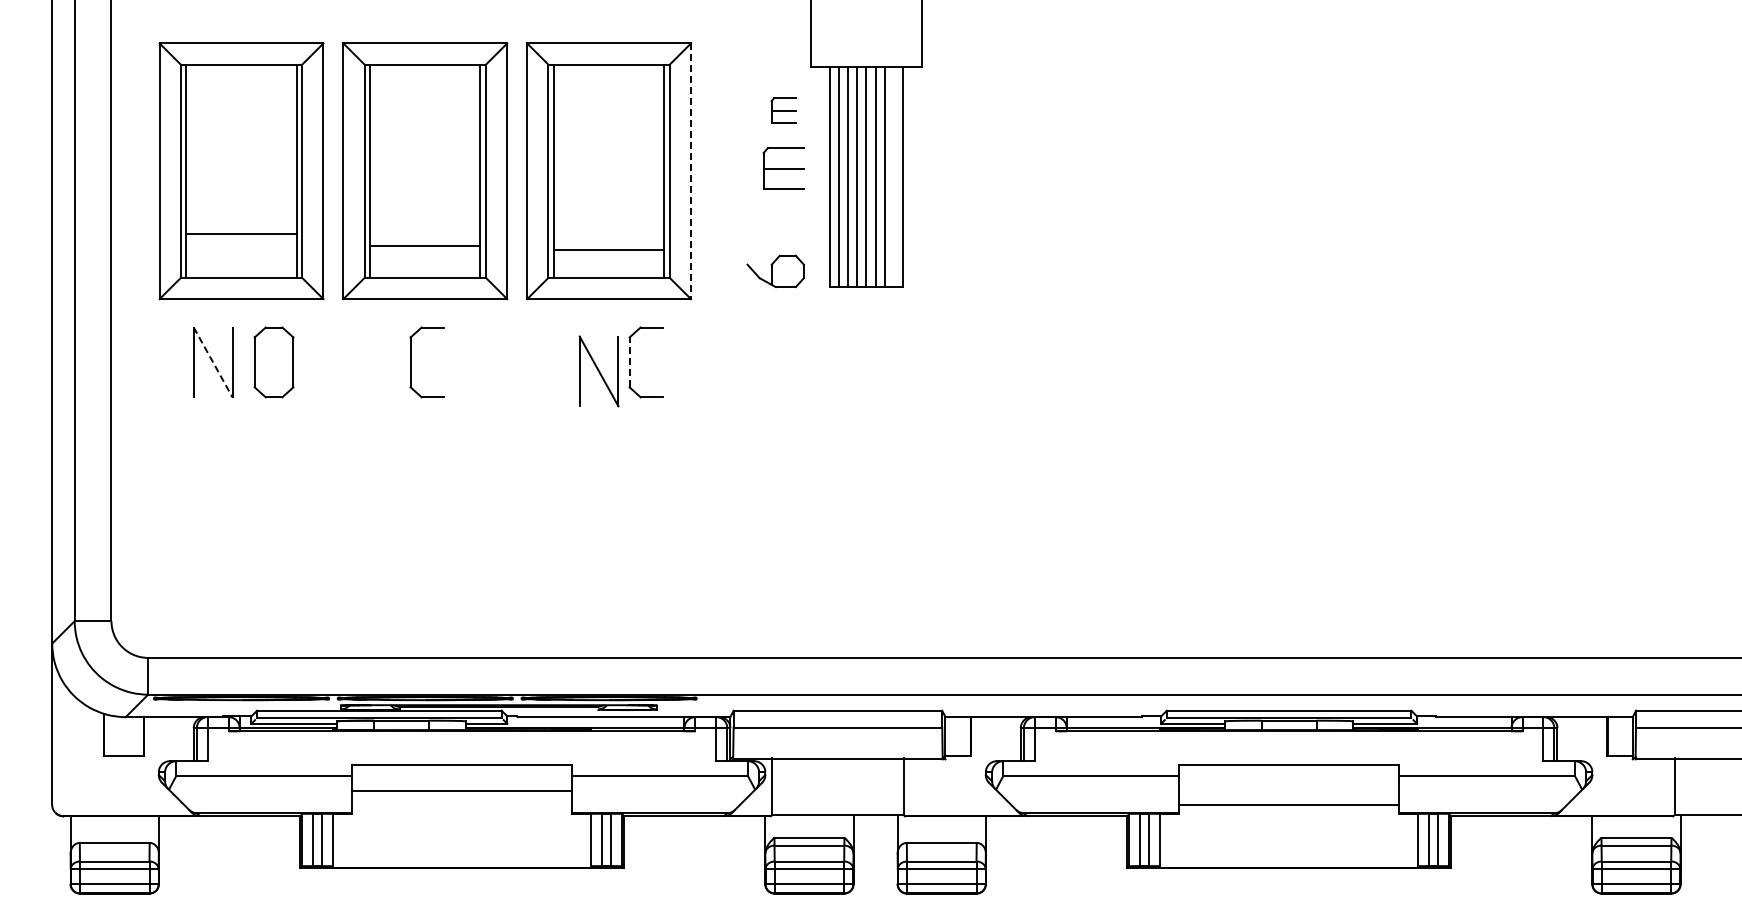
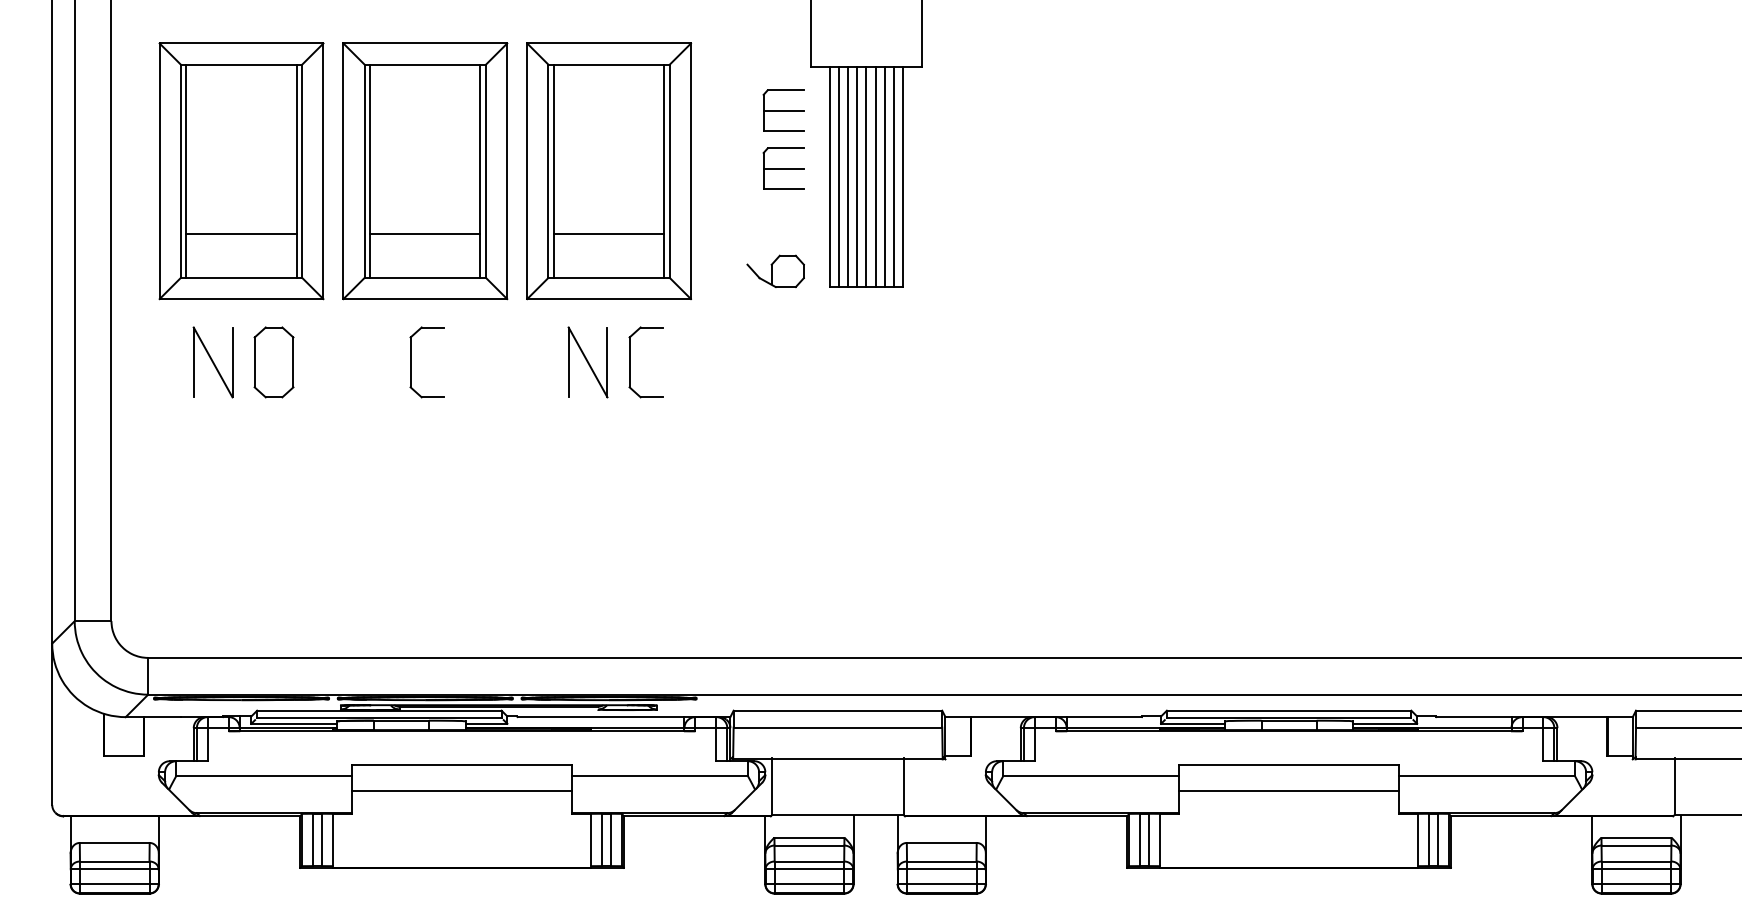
part at (783, 110) size: 27x27 px -> 43x43 px
line at (691, 171): dashed -> solid
line at (893, 176): none -> present
line at (425, 245) position: (425, 245) -> (425, 233)
line at (608, 249) position: (608, 249) -> (608, 233)
line at (213, 362): dashed -> solid
line at (629, 362): dashed -> solid
part at (598, 371) position: (598, 371) -> (587, 362)
line at (1288, 804) position: (1288, 804) -> (1288, 790)
